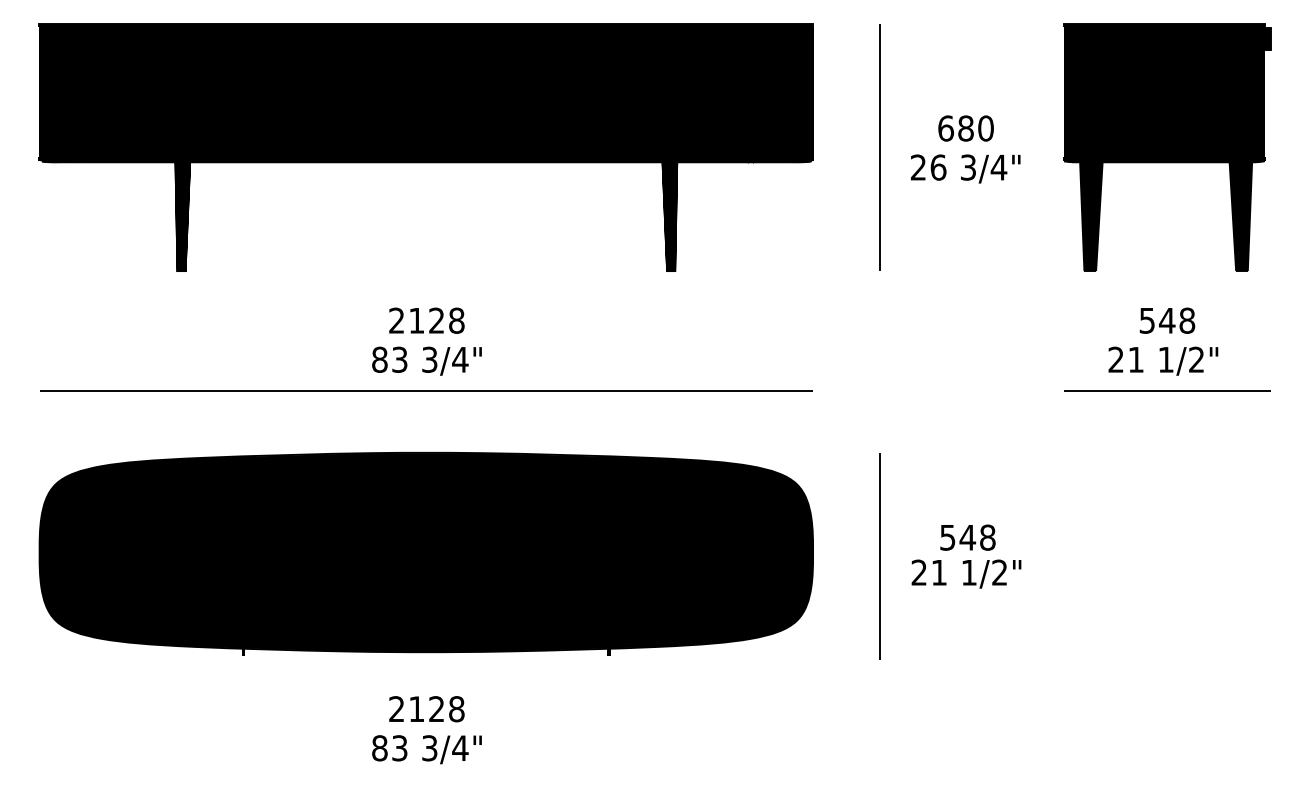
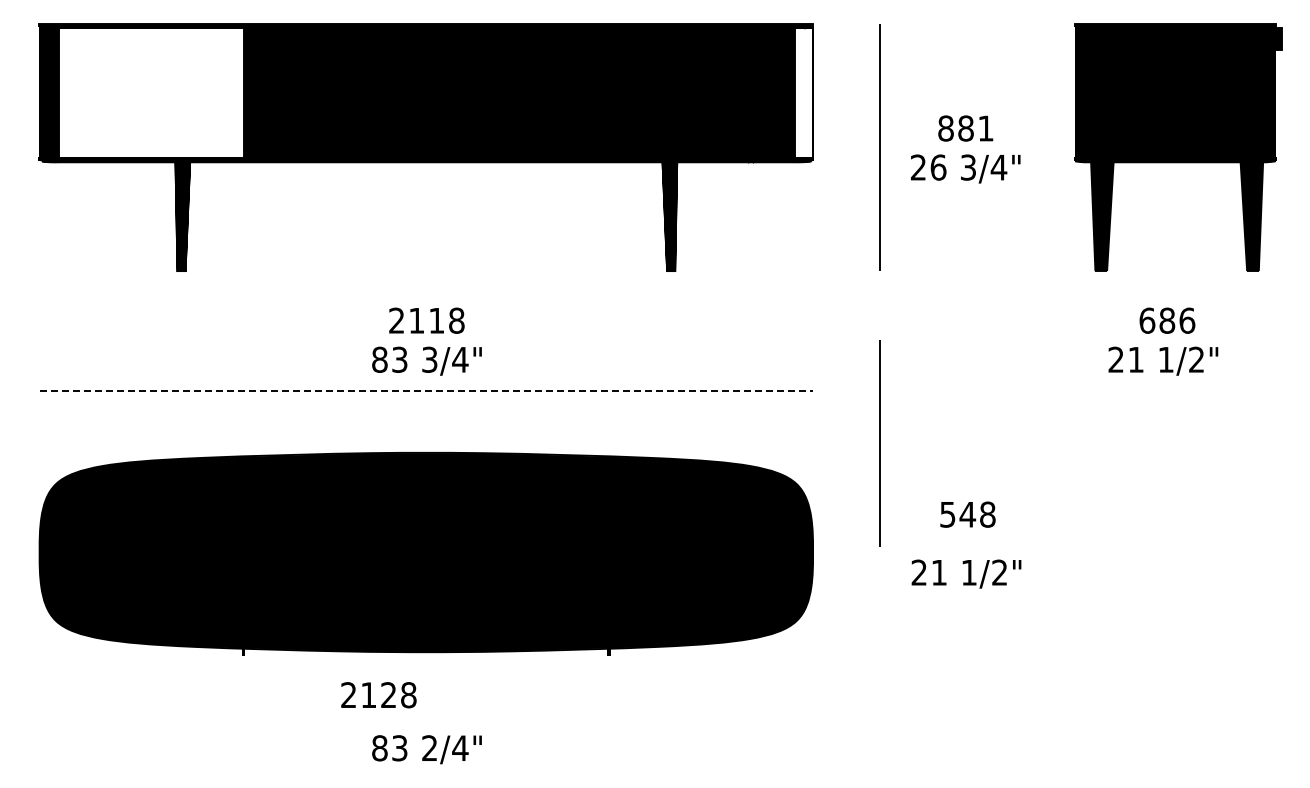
fill at (150, 92): present -> none
fill at (803, 92): present -> none
text at (965, 128): 680 -> 881
part at (1167, 147) position: (1167, 147) -> (1178, 147)
text at (436, 320): 2128 -> 2118
text at (1167, 320): 548 -> 686
line at (1167, 390): present -> none
line at (426, 391): solid -> dashed
text at (967, 537) position: (967, 537) -> (967, 514)
line at (879, 556) position: (879, 556) -> (879, 443)
text at (426, 709) position: (426, 709) -> (378, 695)
text at (429, 748): 3/4" -> 2/4"
